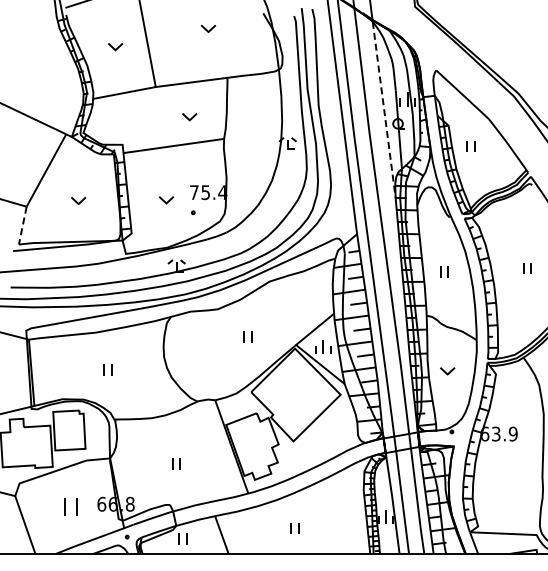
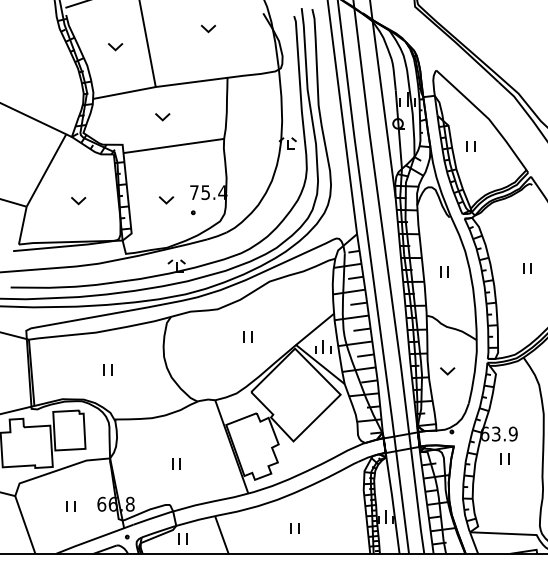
line at (384, 109): dashed -> solid
part at (189, 117) position: (189, 117) -> (162, 117)
line at (22, 226): dashed -> solid
part at (504, 458): none -> present
part at (70, 506) size: 14x18 px -> 10x11 px
